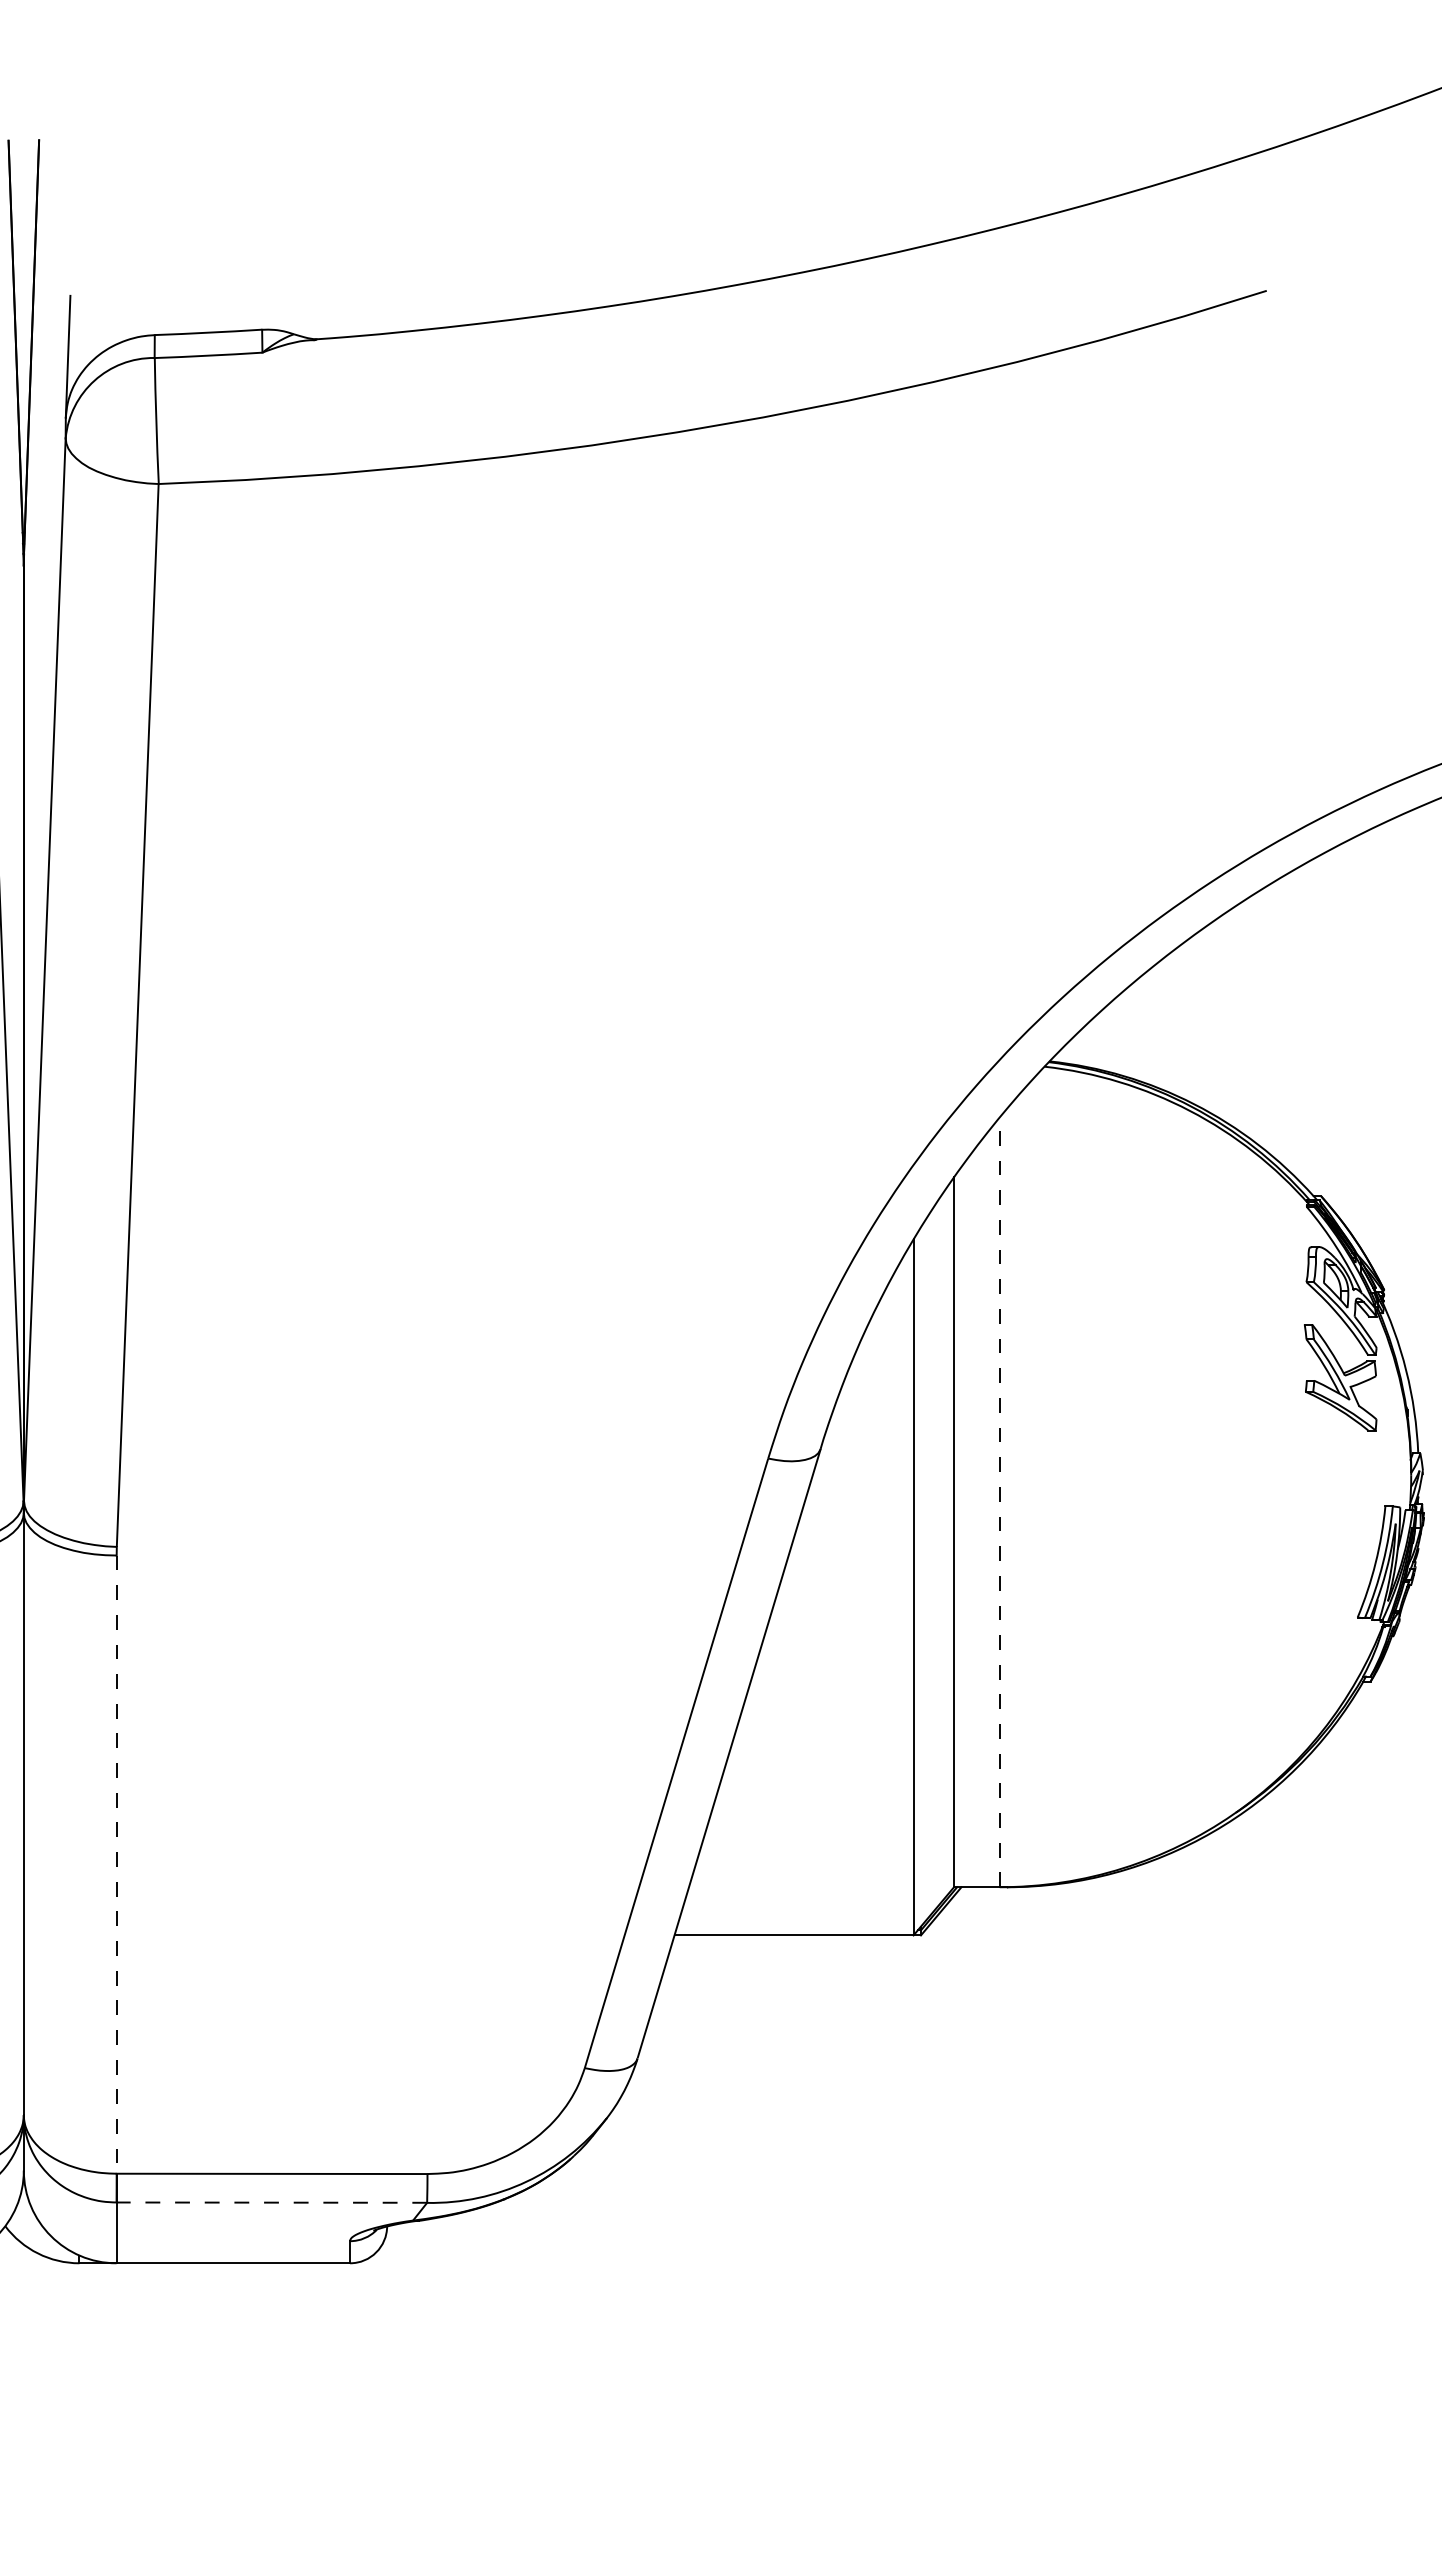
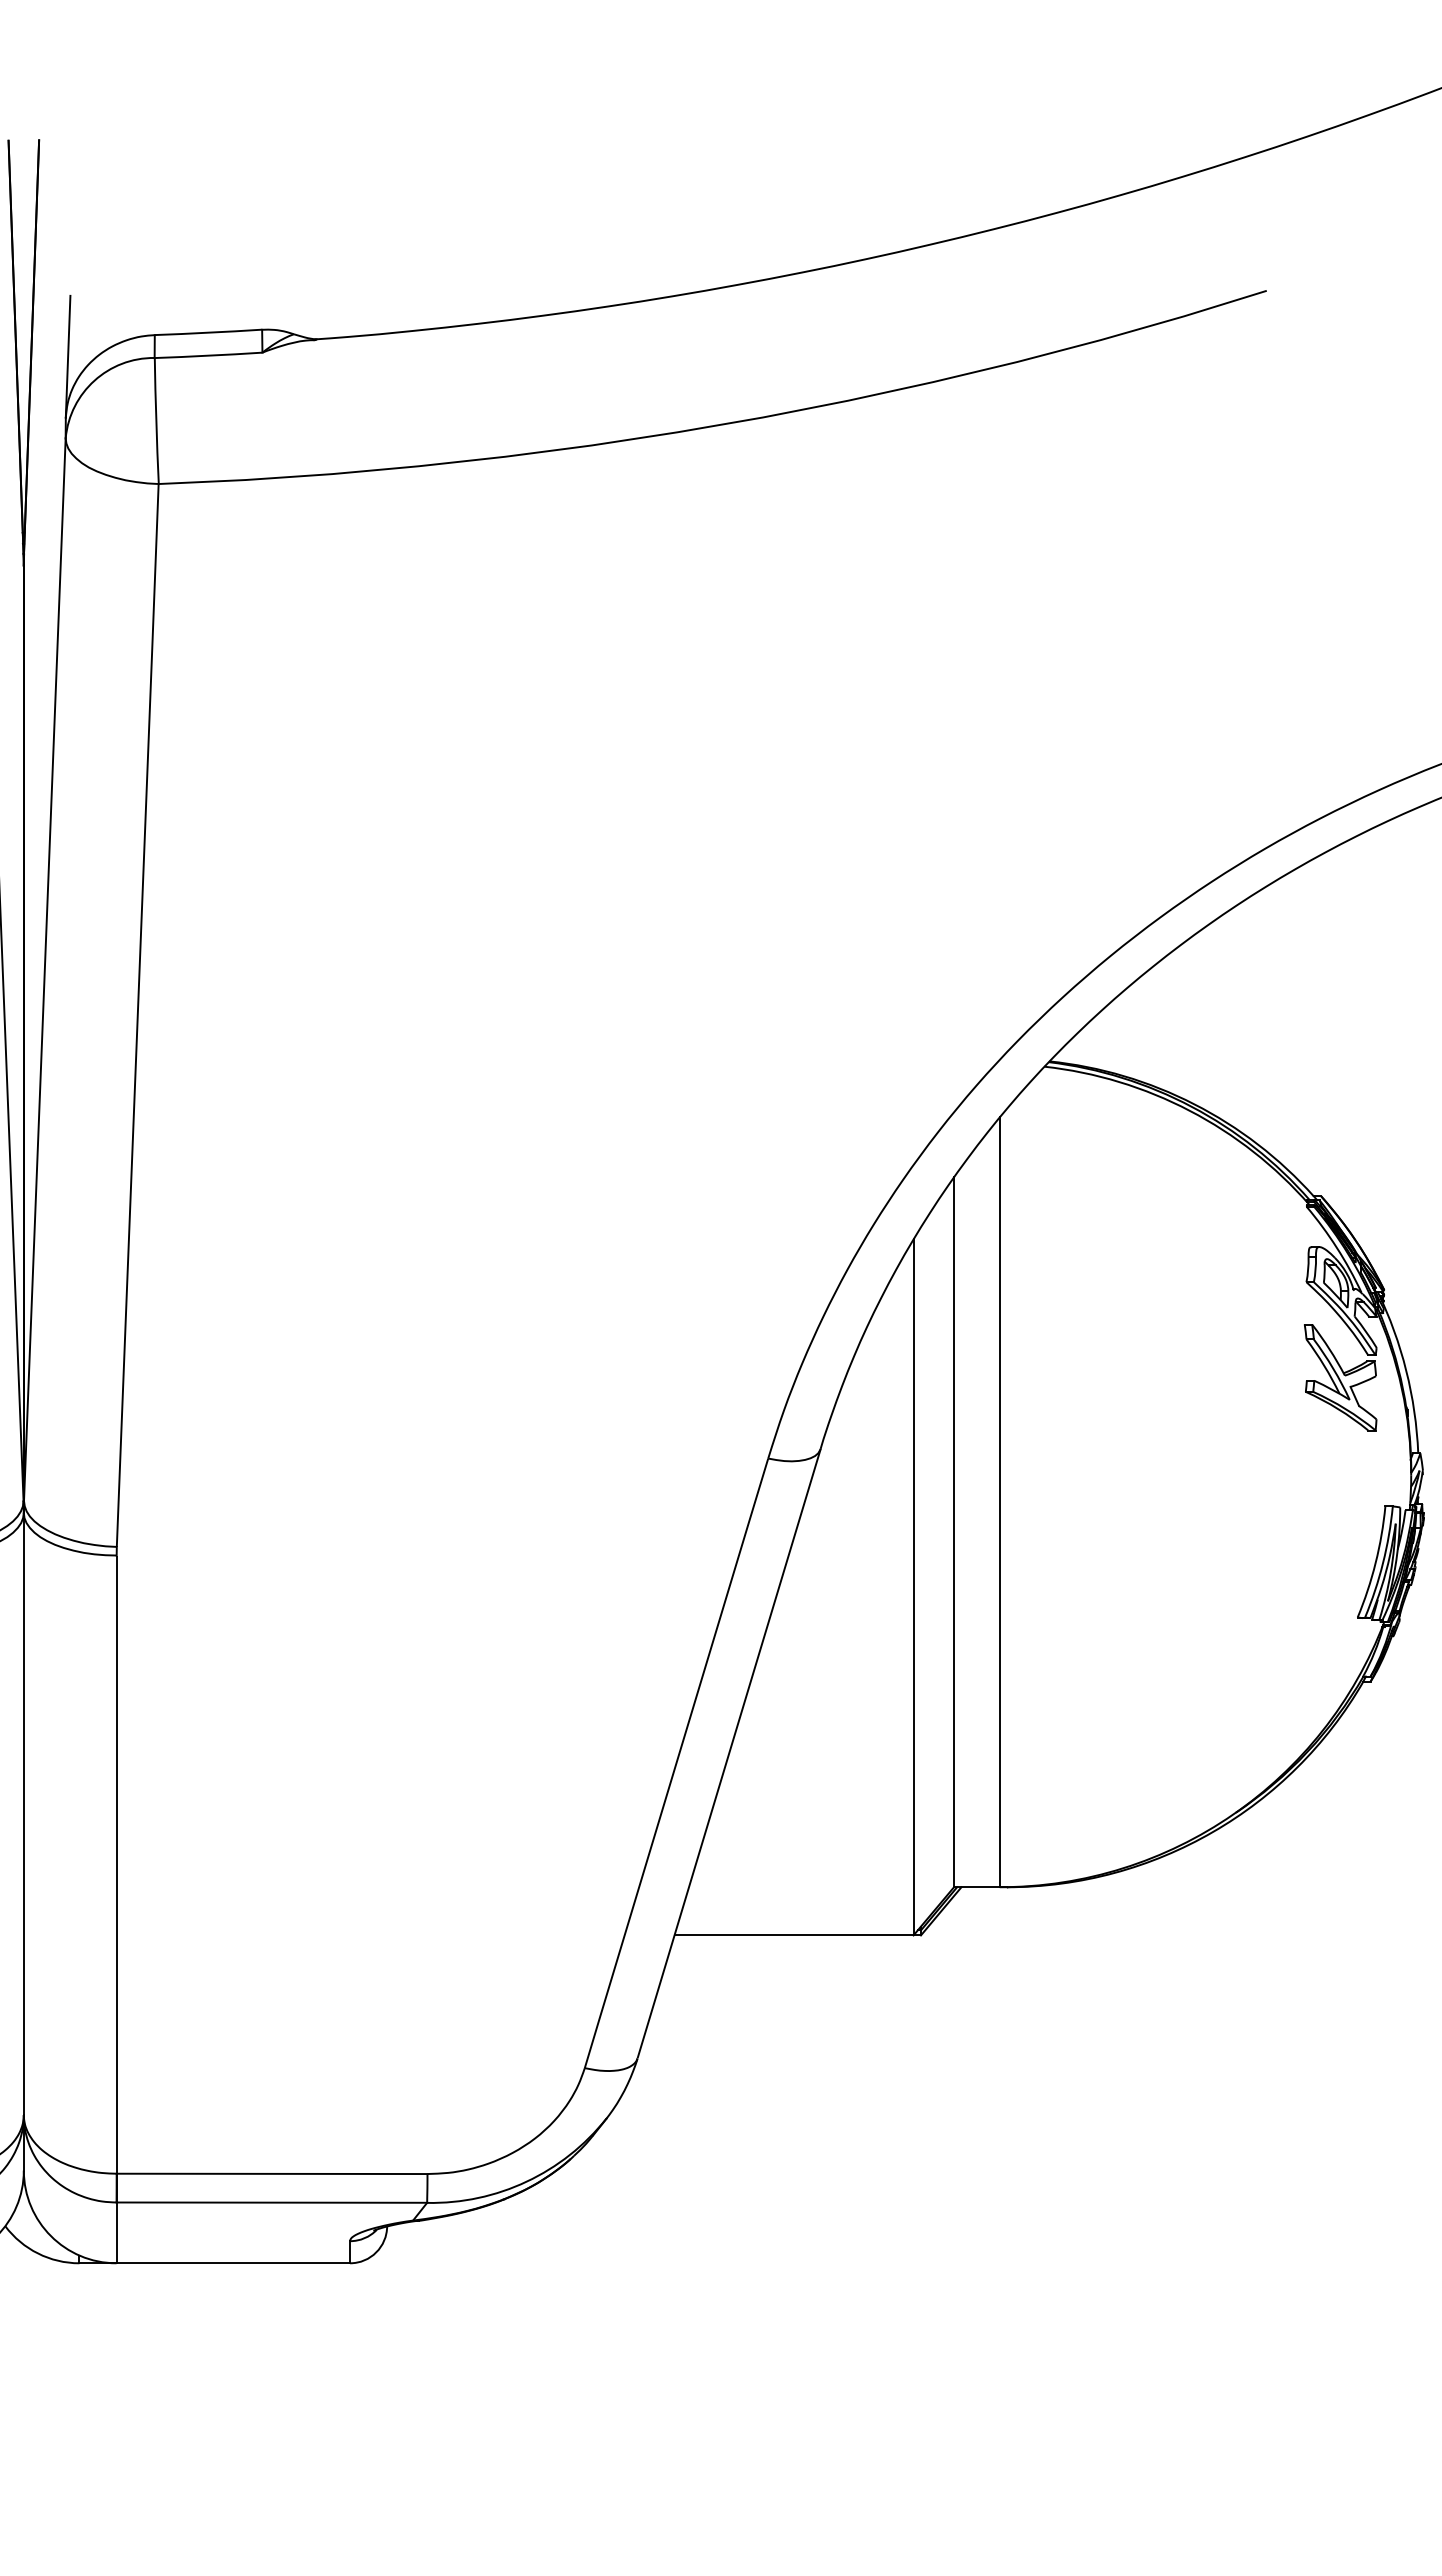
line at (999, 1501): dashed -> solid
line at (116, 1863): dashed -> solid
line at (271, 2202): dashed -> solid
